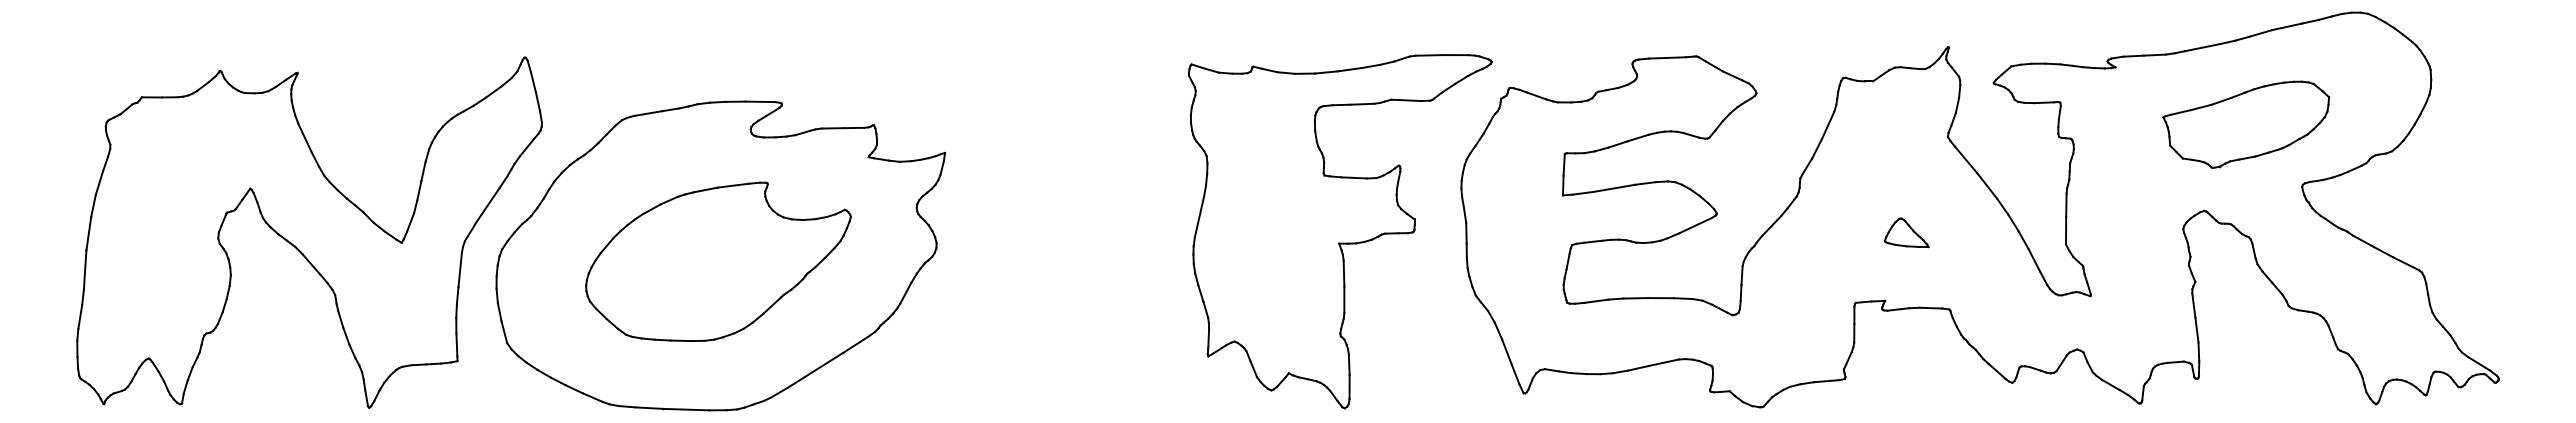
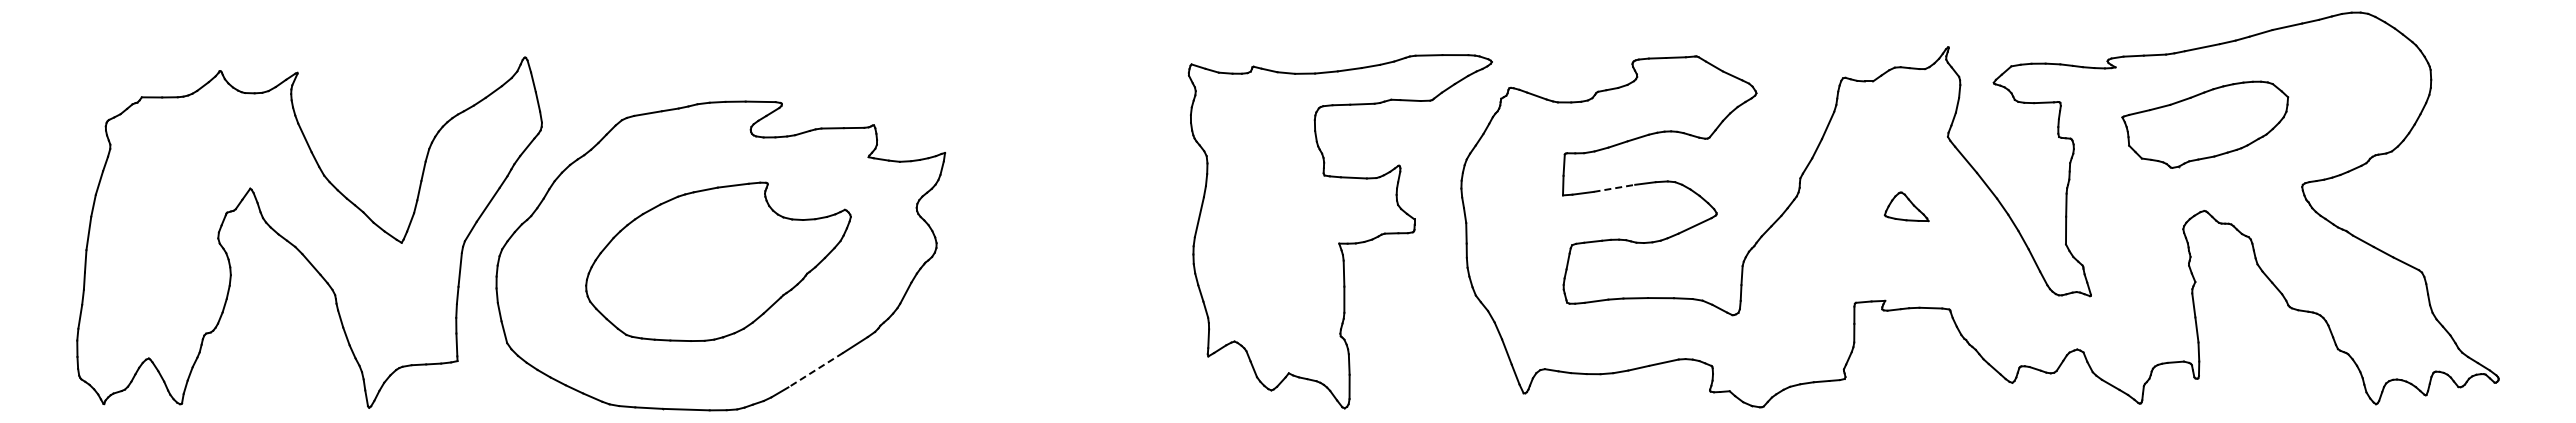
part at (2246, 124) position: (2246, 124) -> (2205, 124)
line at (1614, 188): solid -> dashed
part at (1906, 232) position: (1906, 232) -> (1906, 206)
line at (815, 370): solid -> dashed
